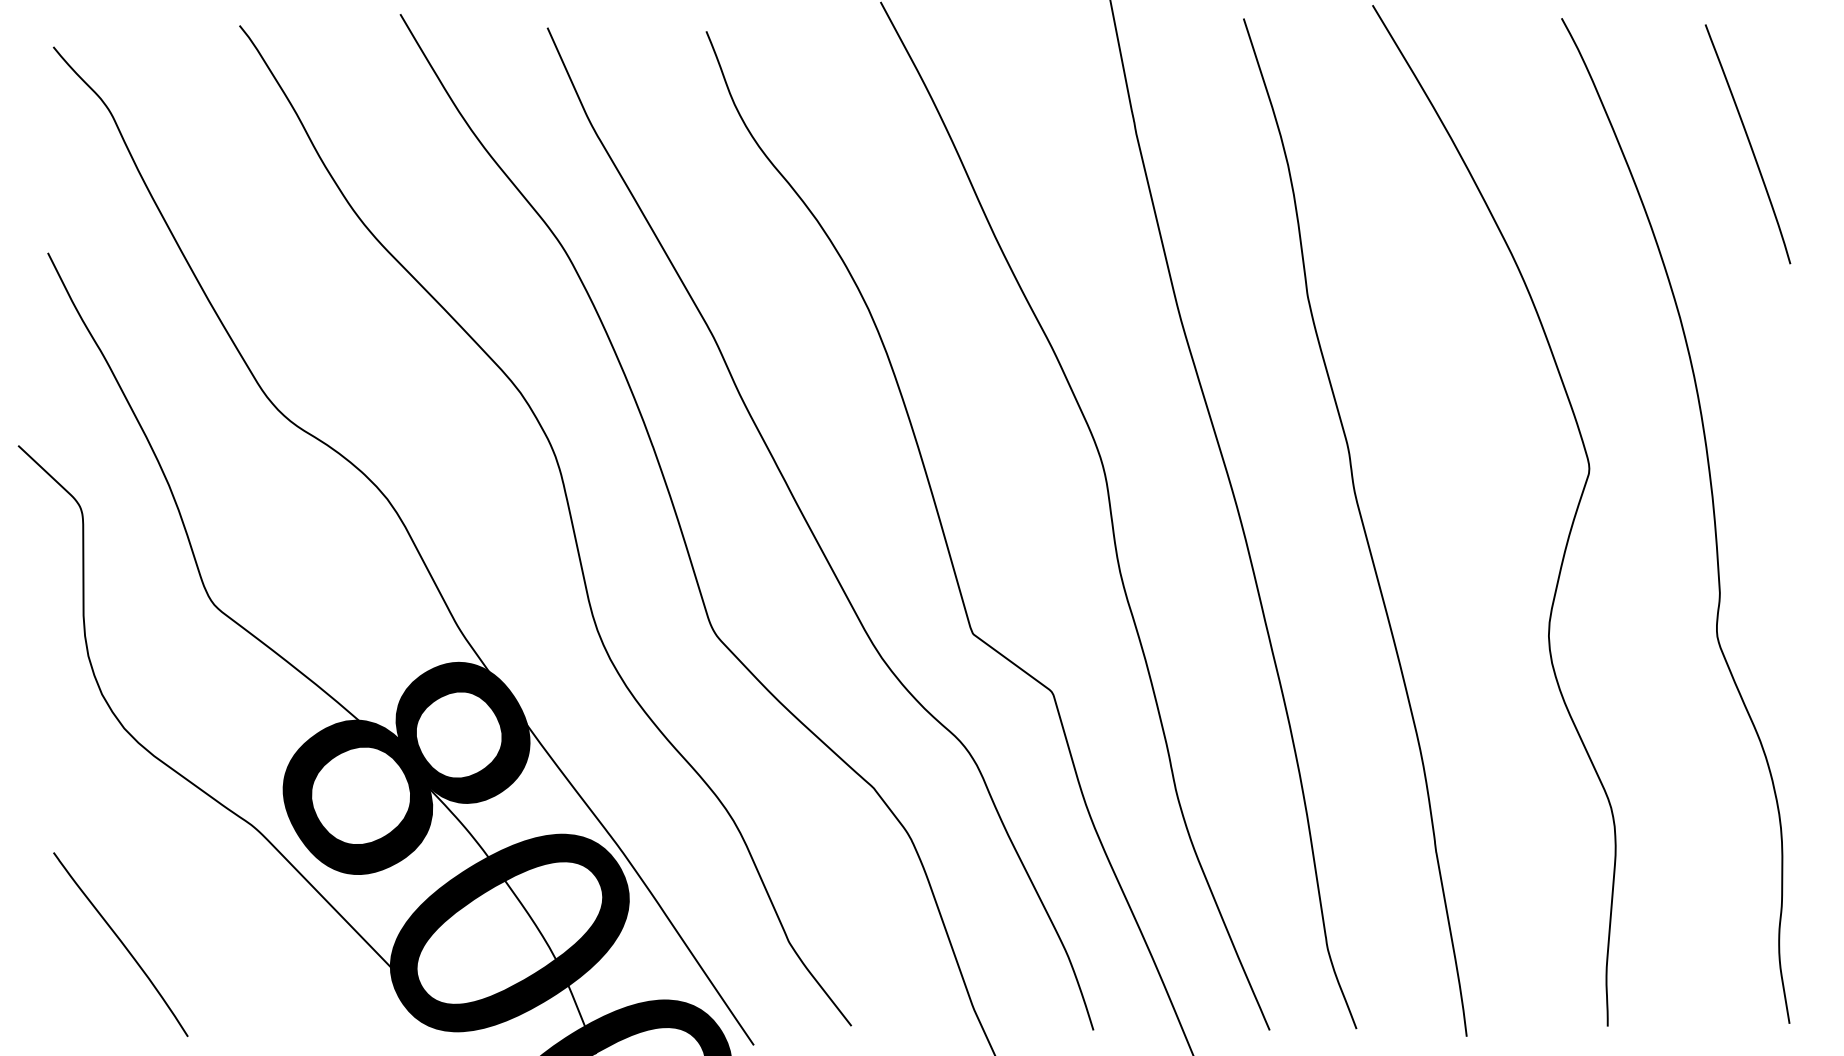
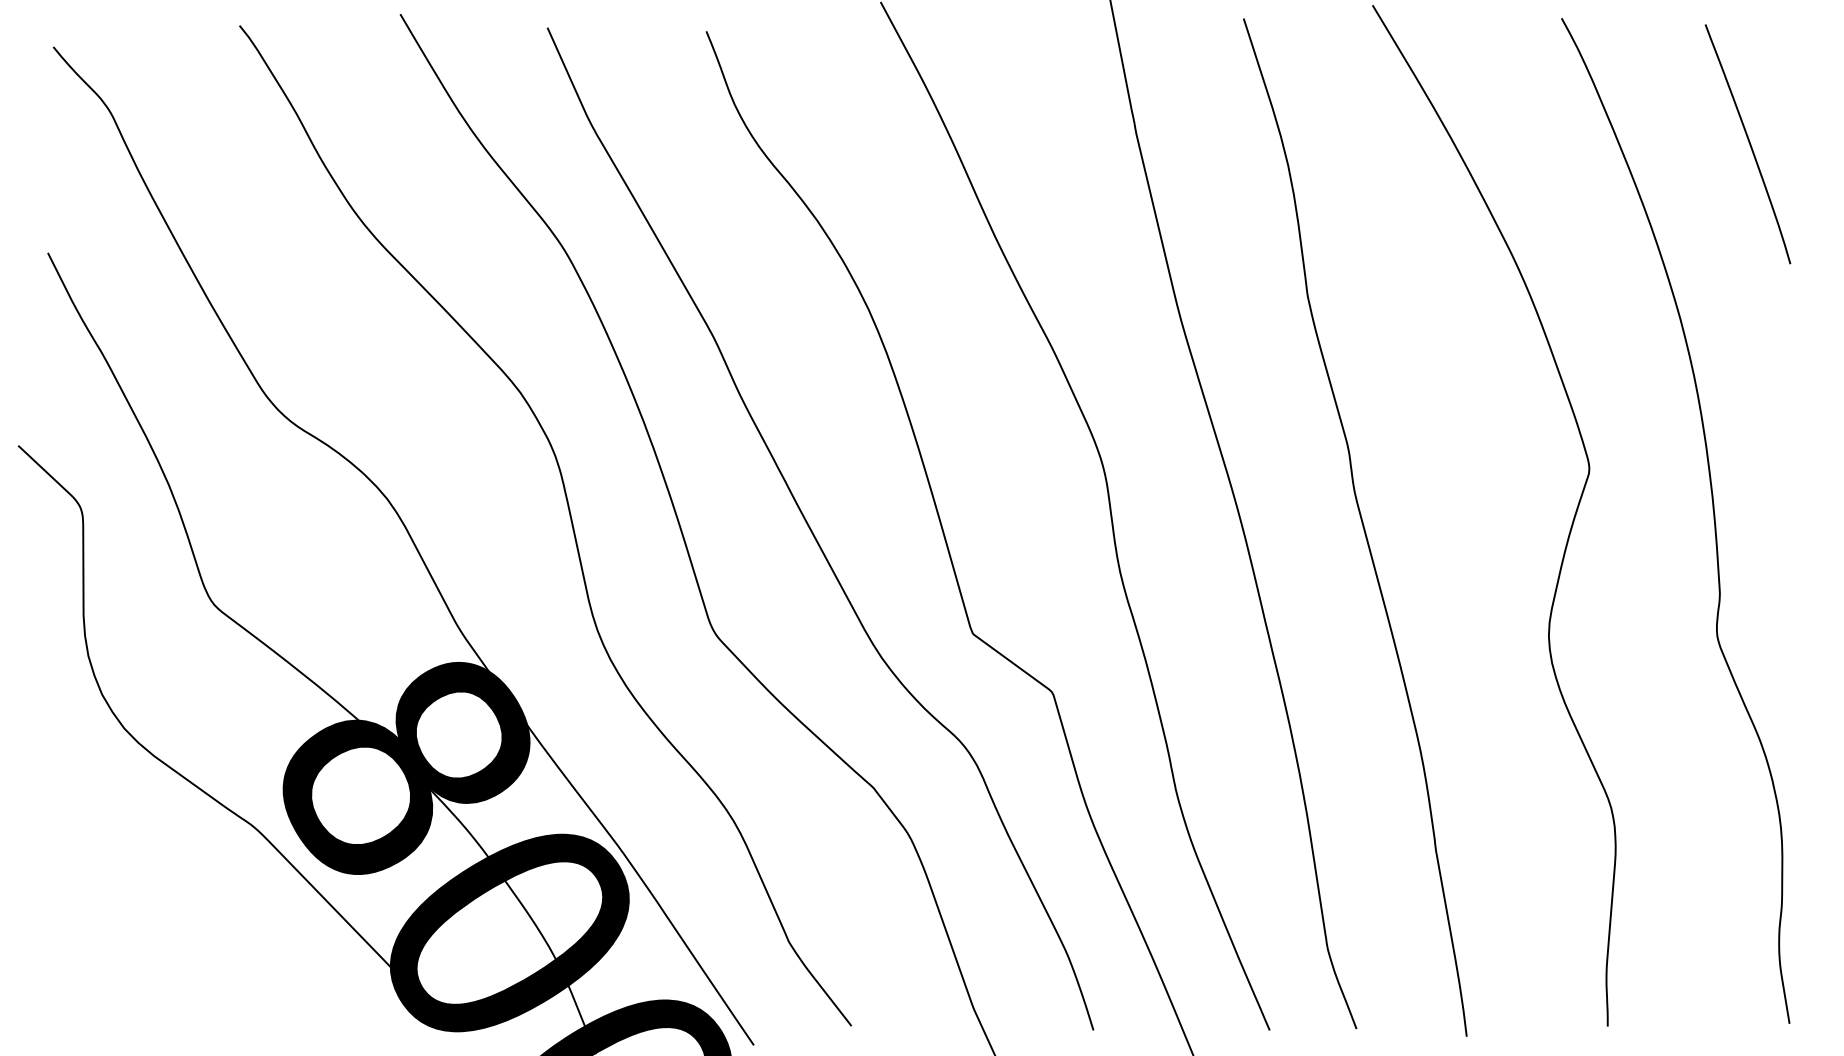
curve at (121, 943): present -> none
